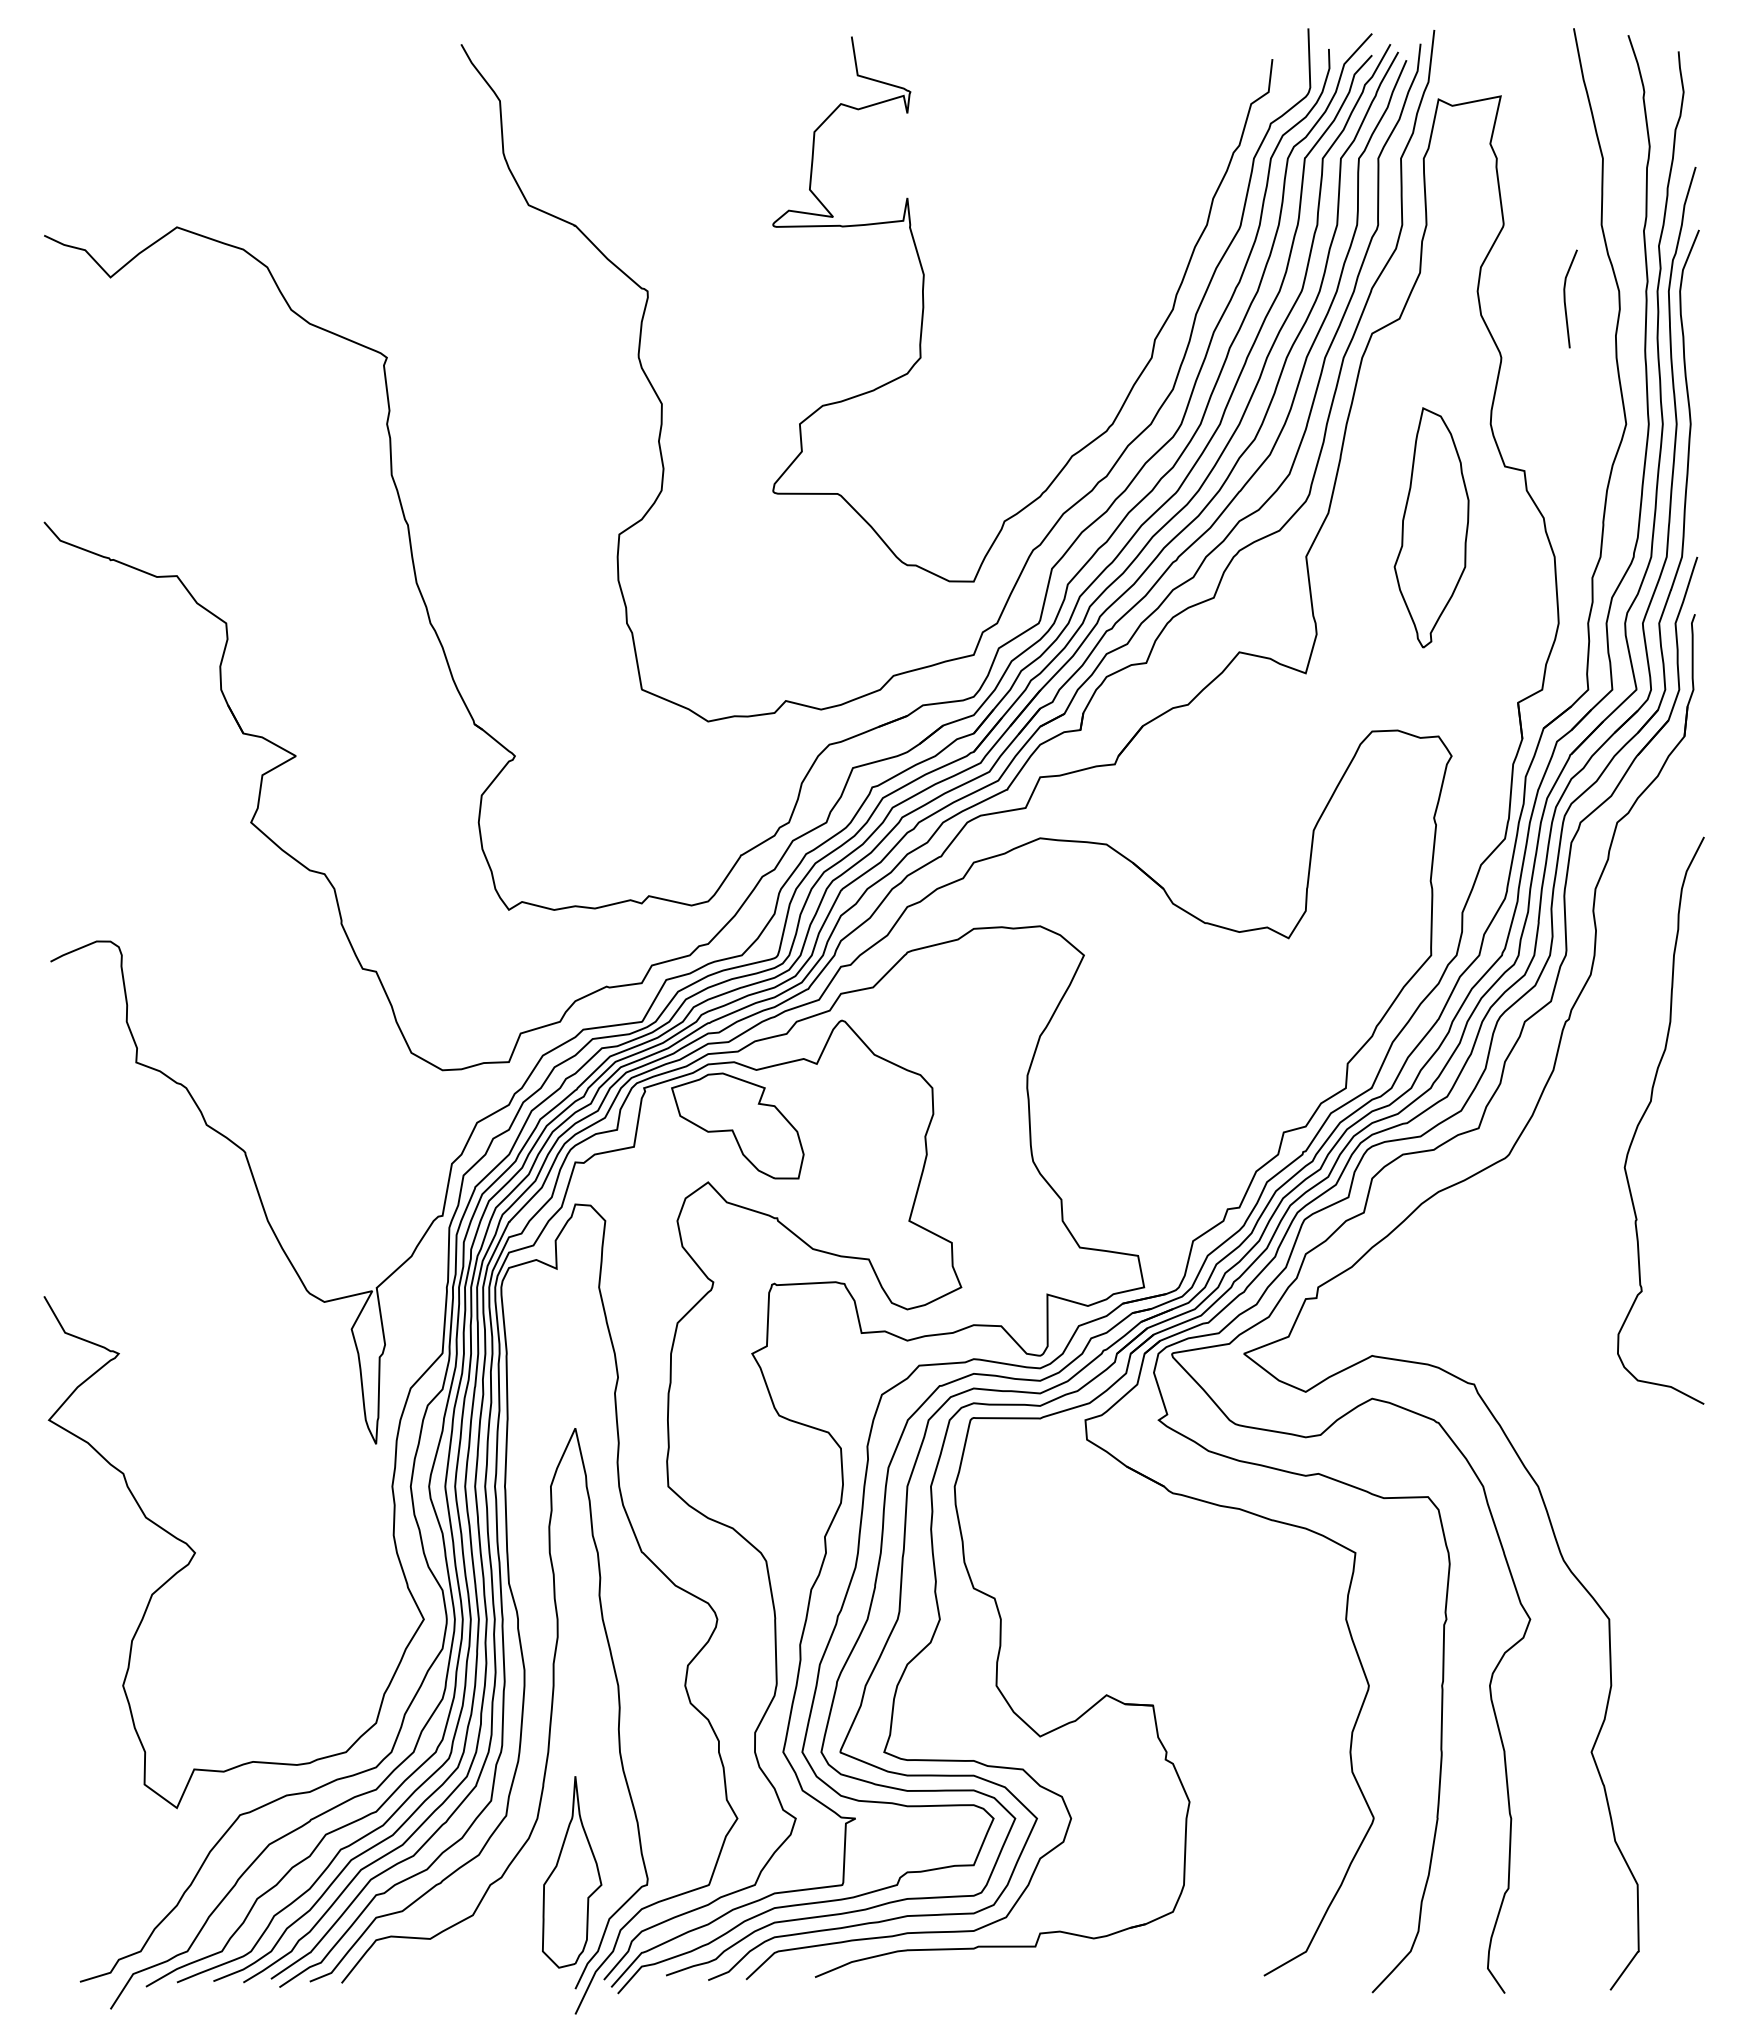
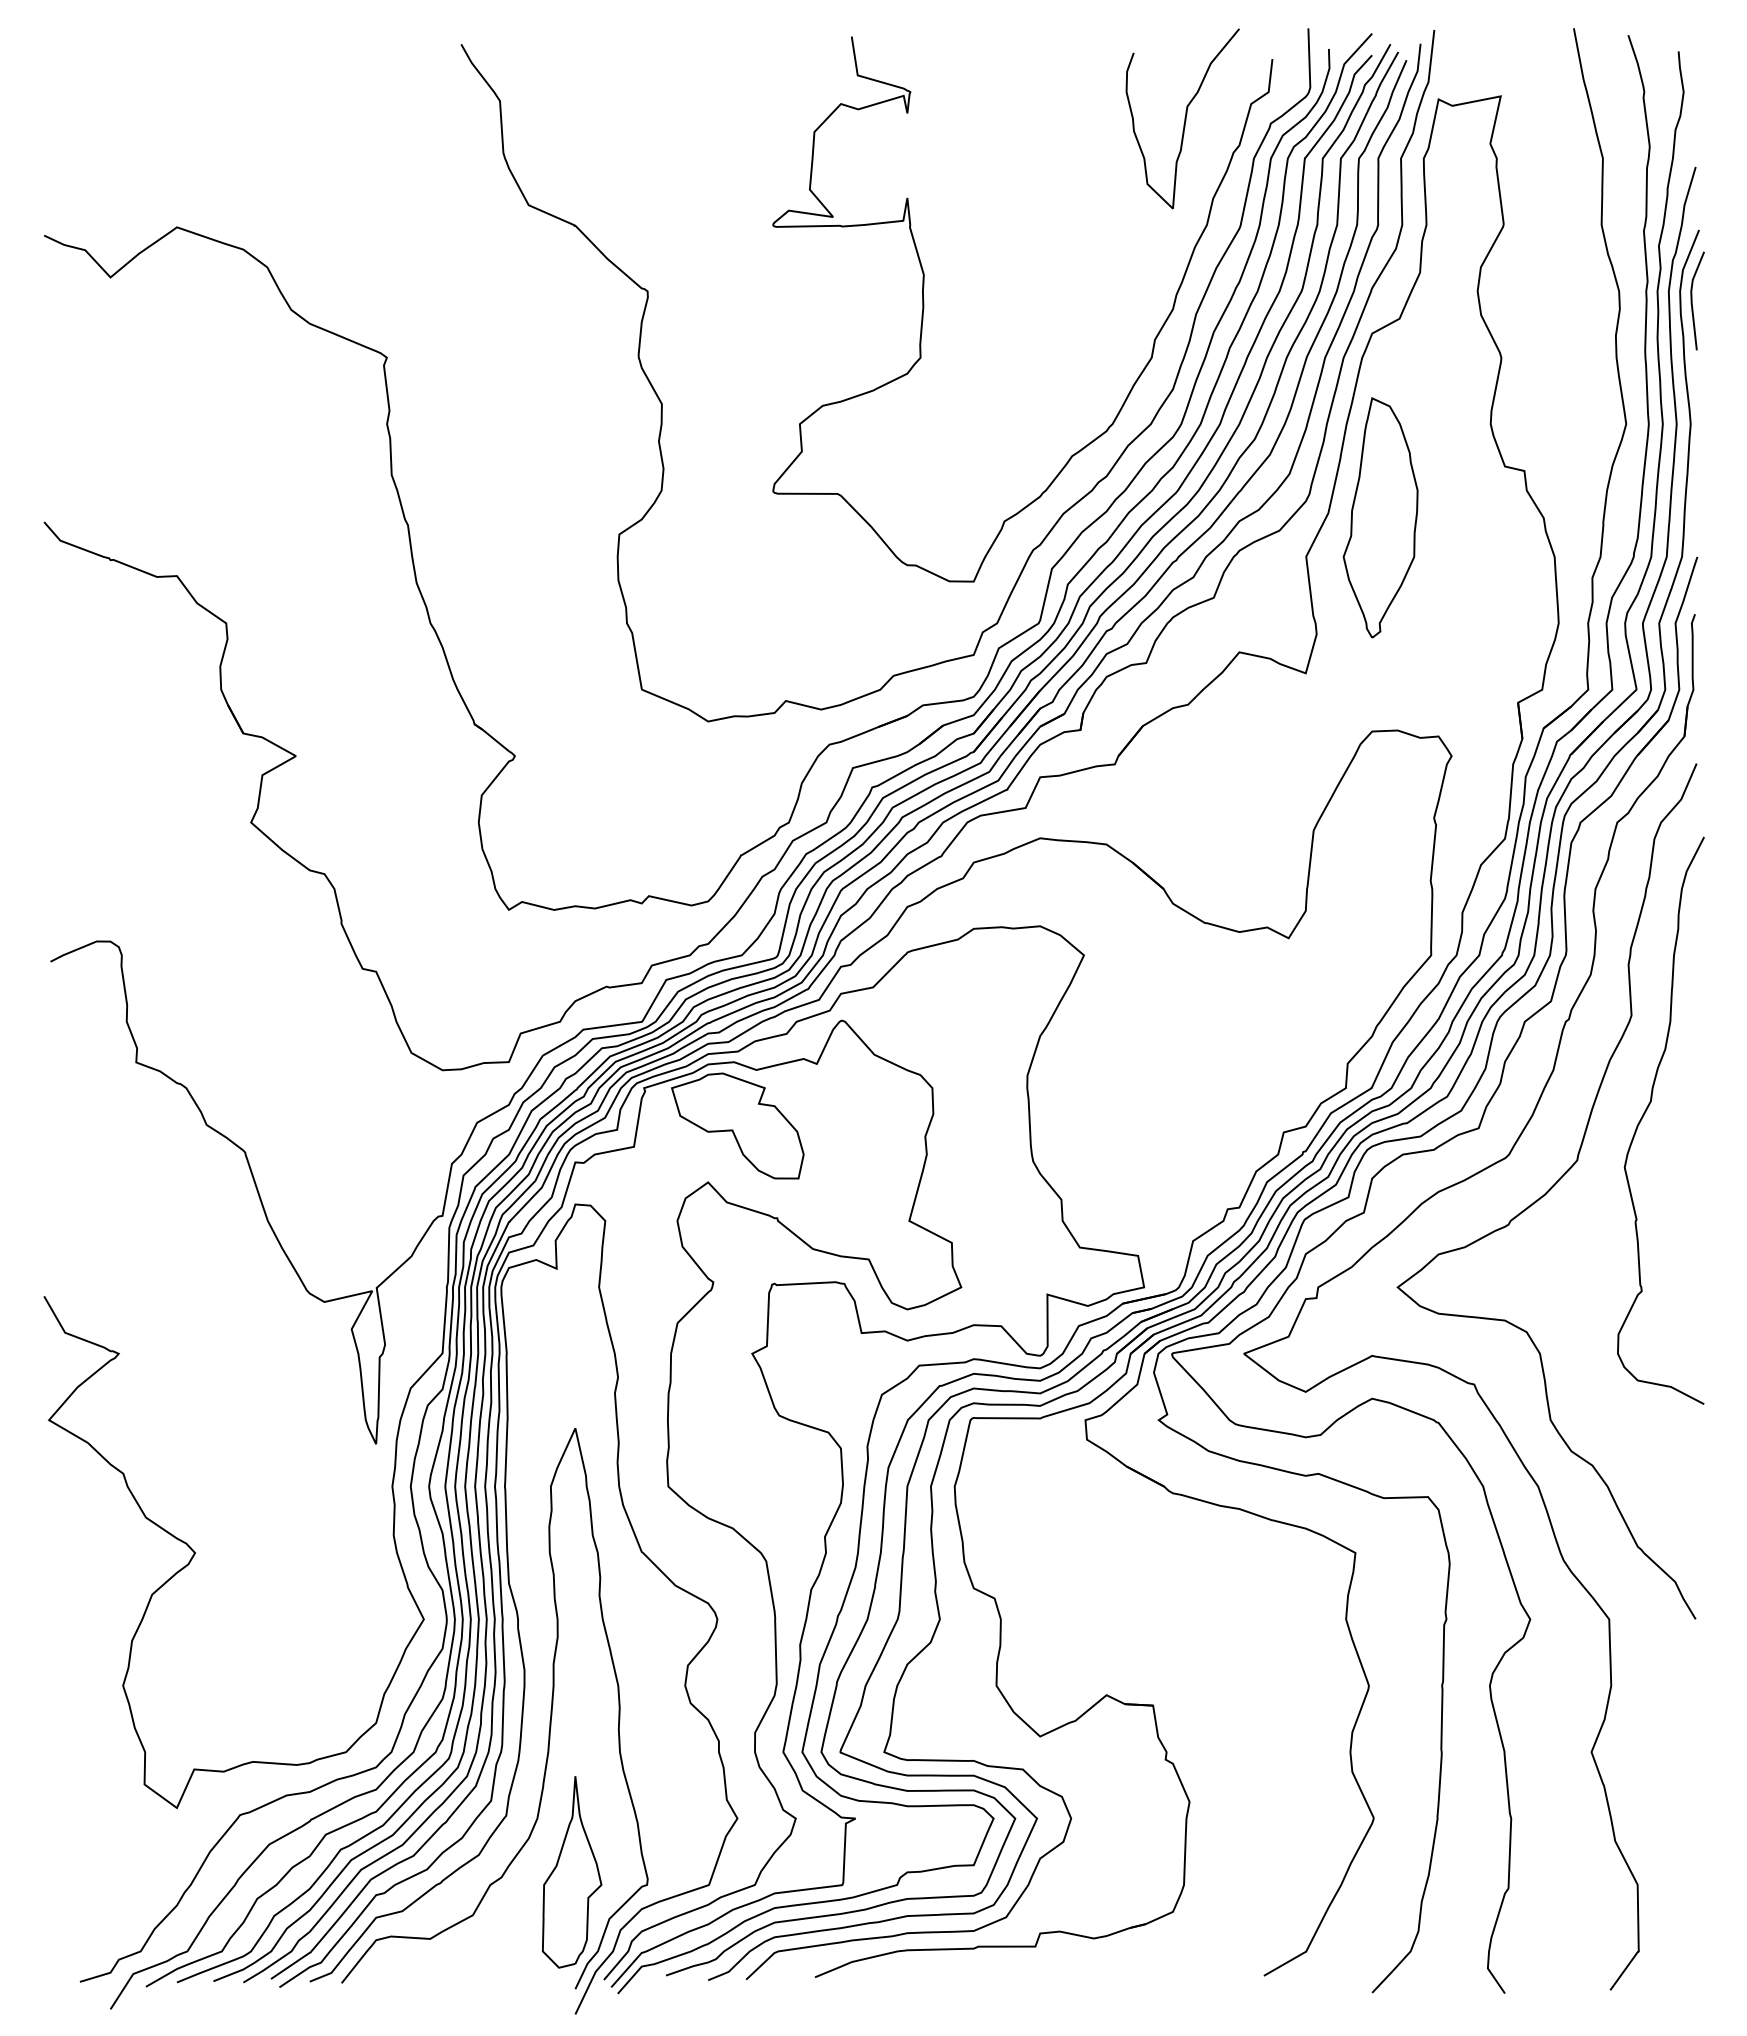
curve at (1184, 118): none -> present
line at (1565, 298) position: (1565, 298) -> (1692, 300)
part at (1431, 527) position: (1431, 527) -> (1380, 517)
curve at (1546, 1191): none -> present
